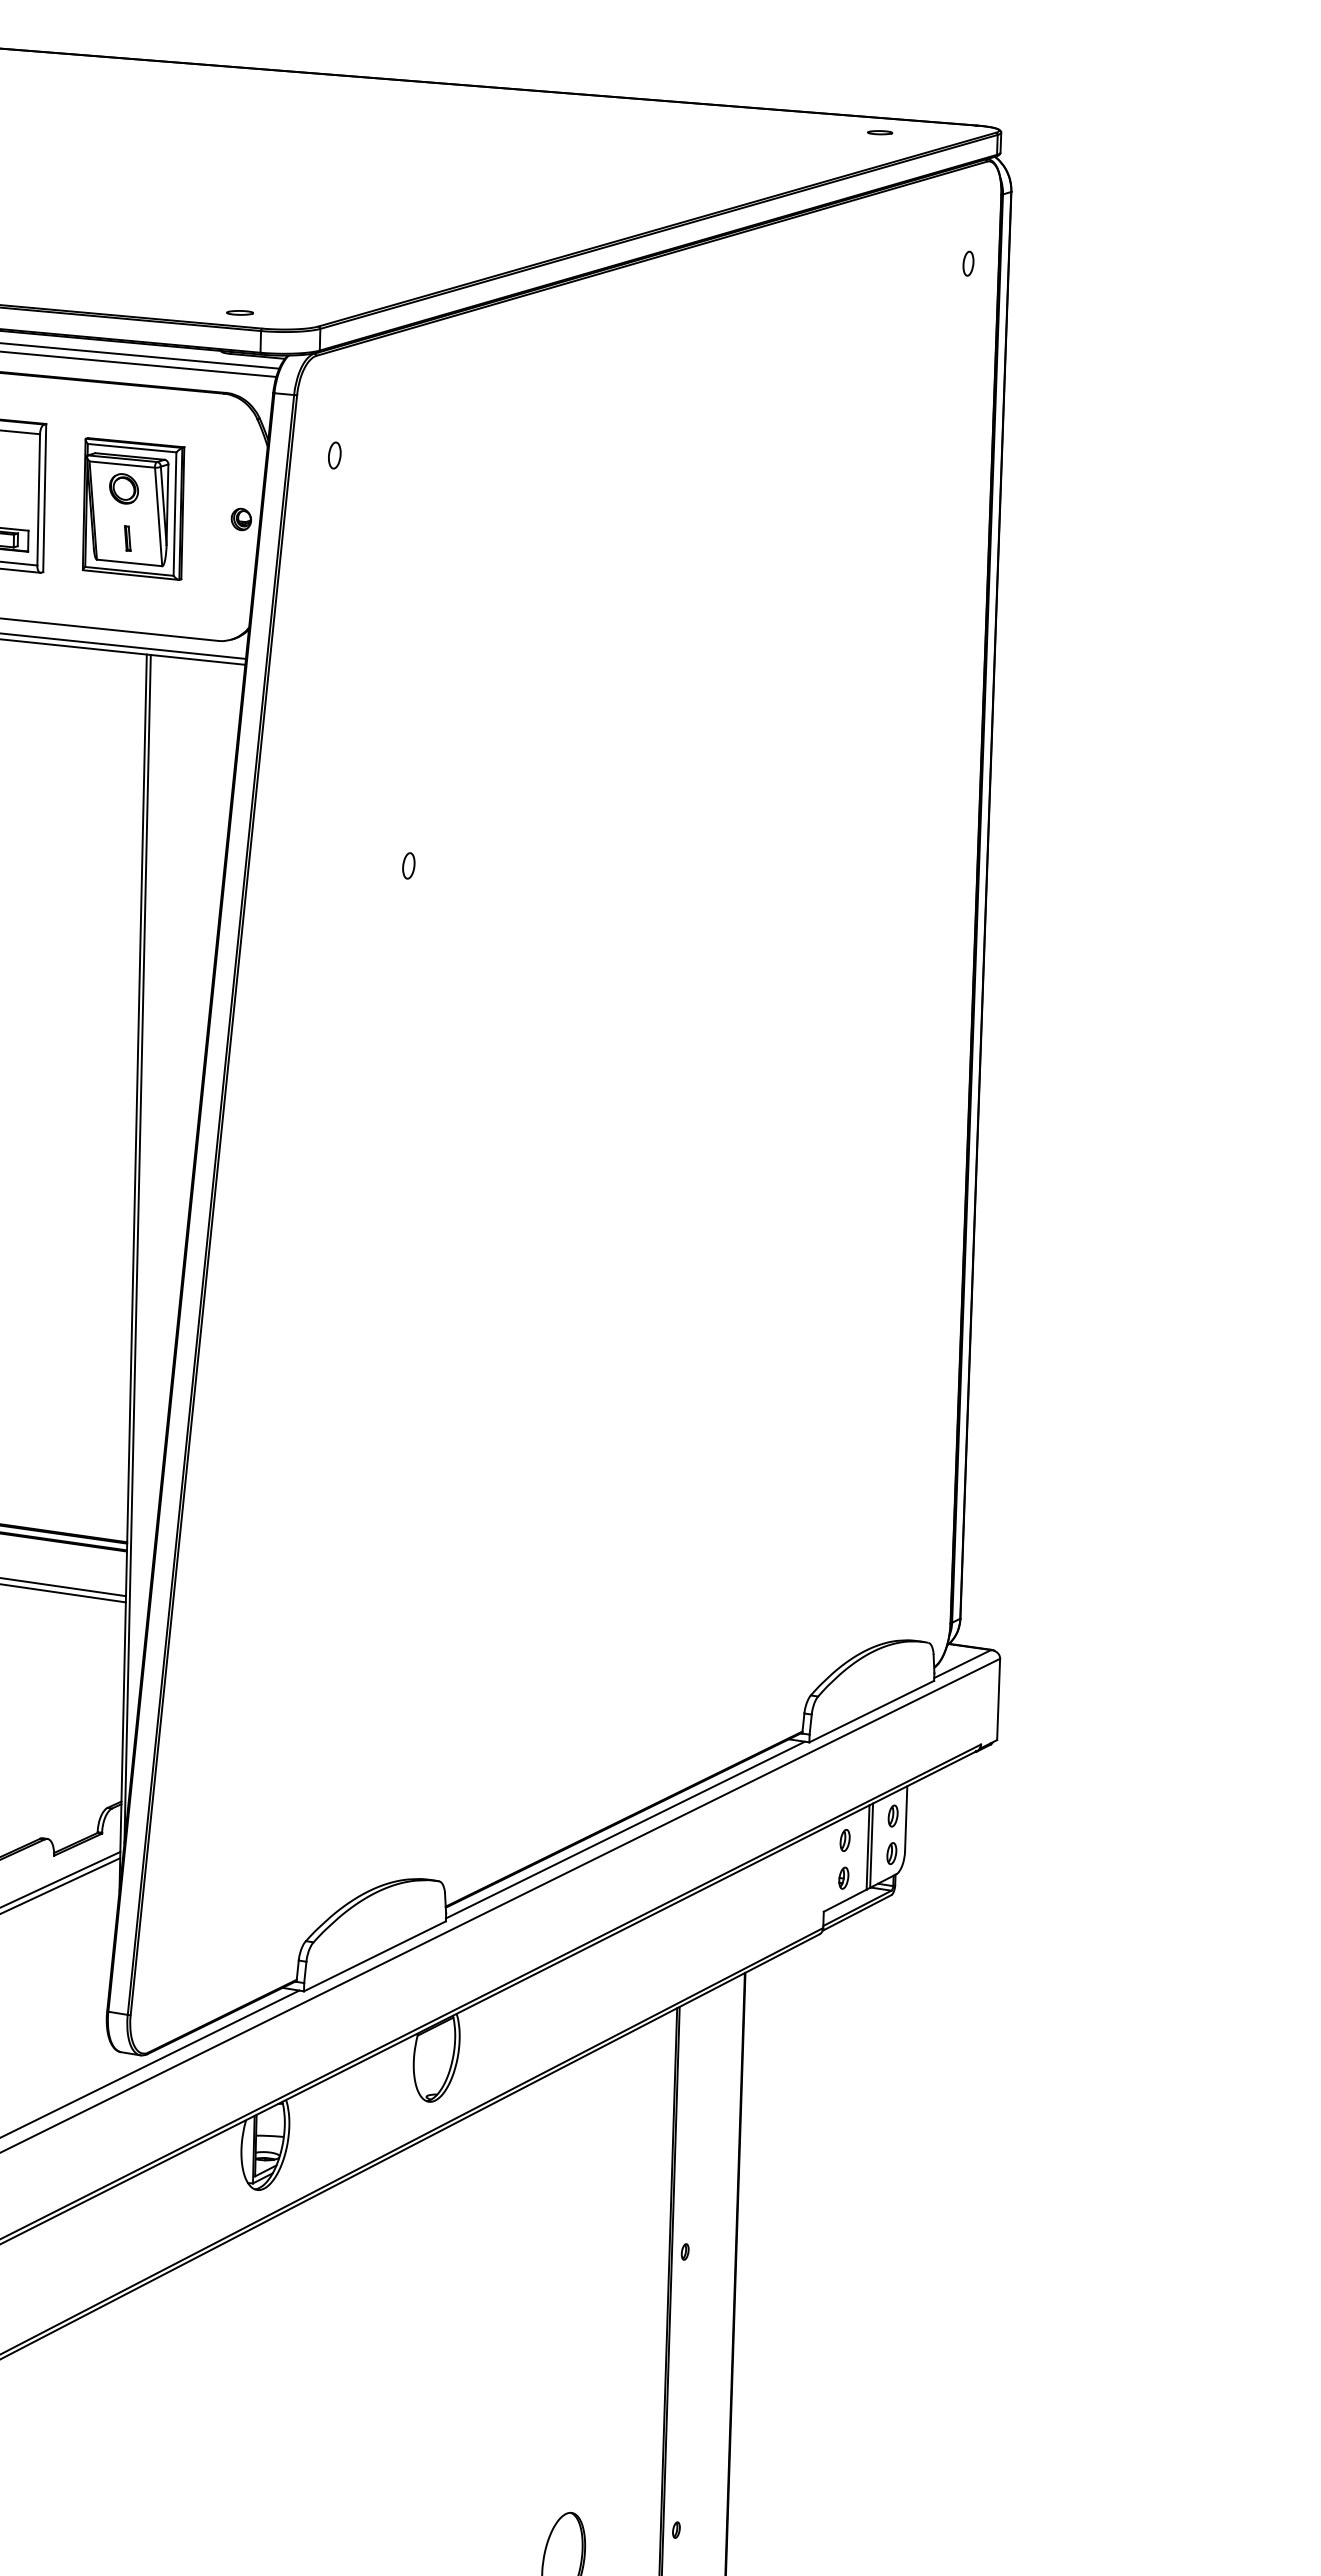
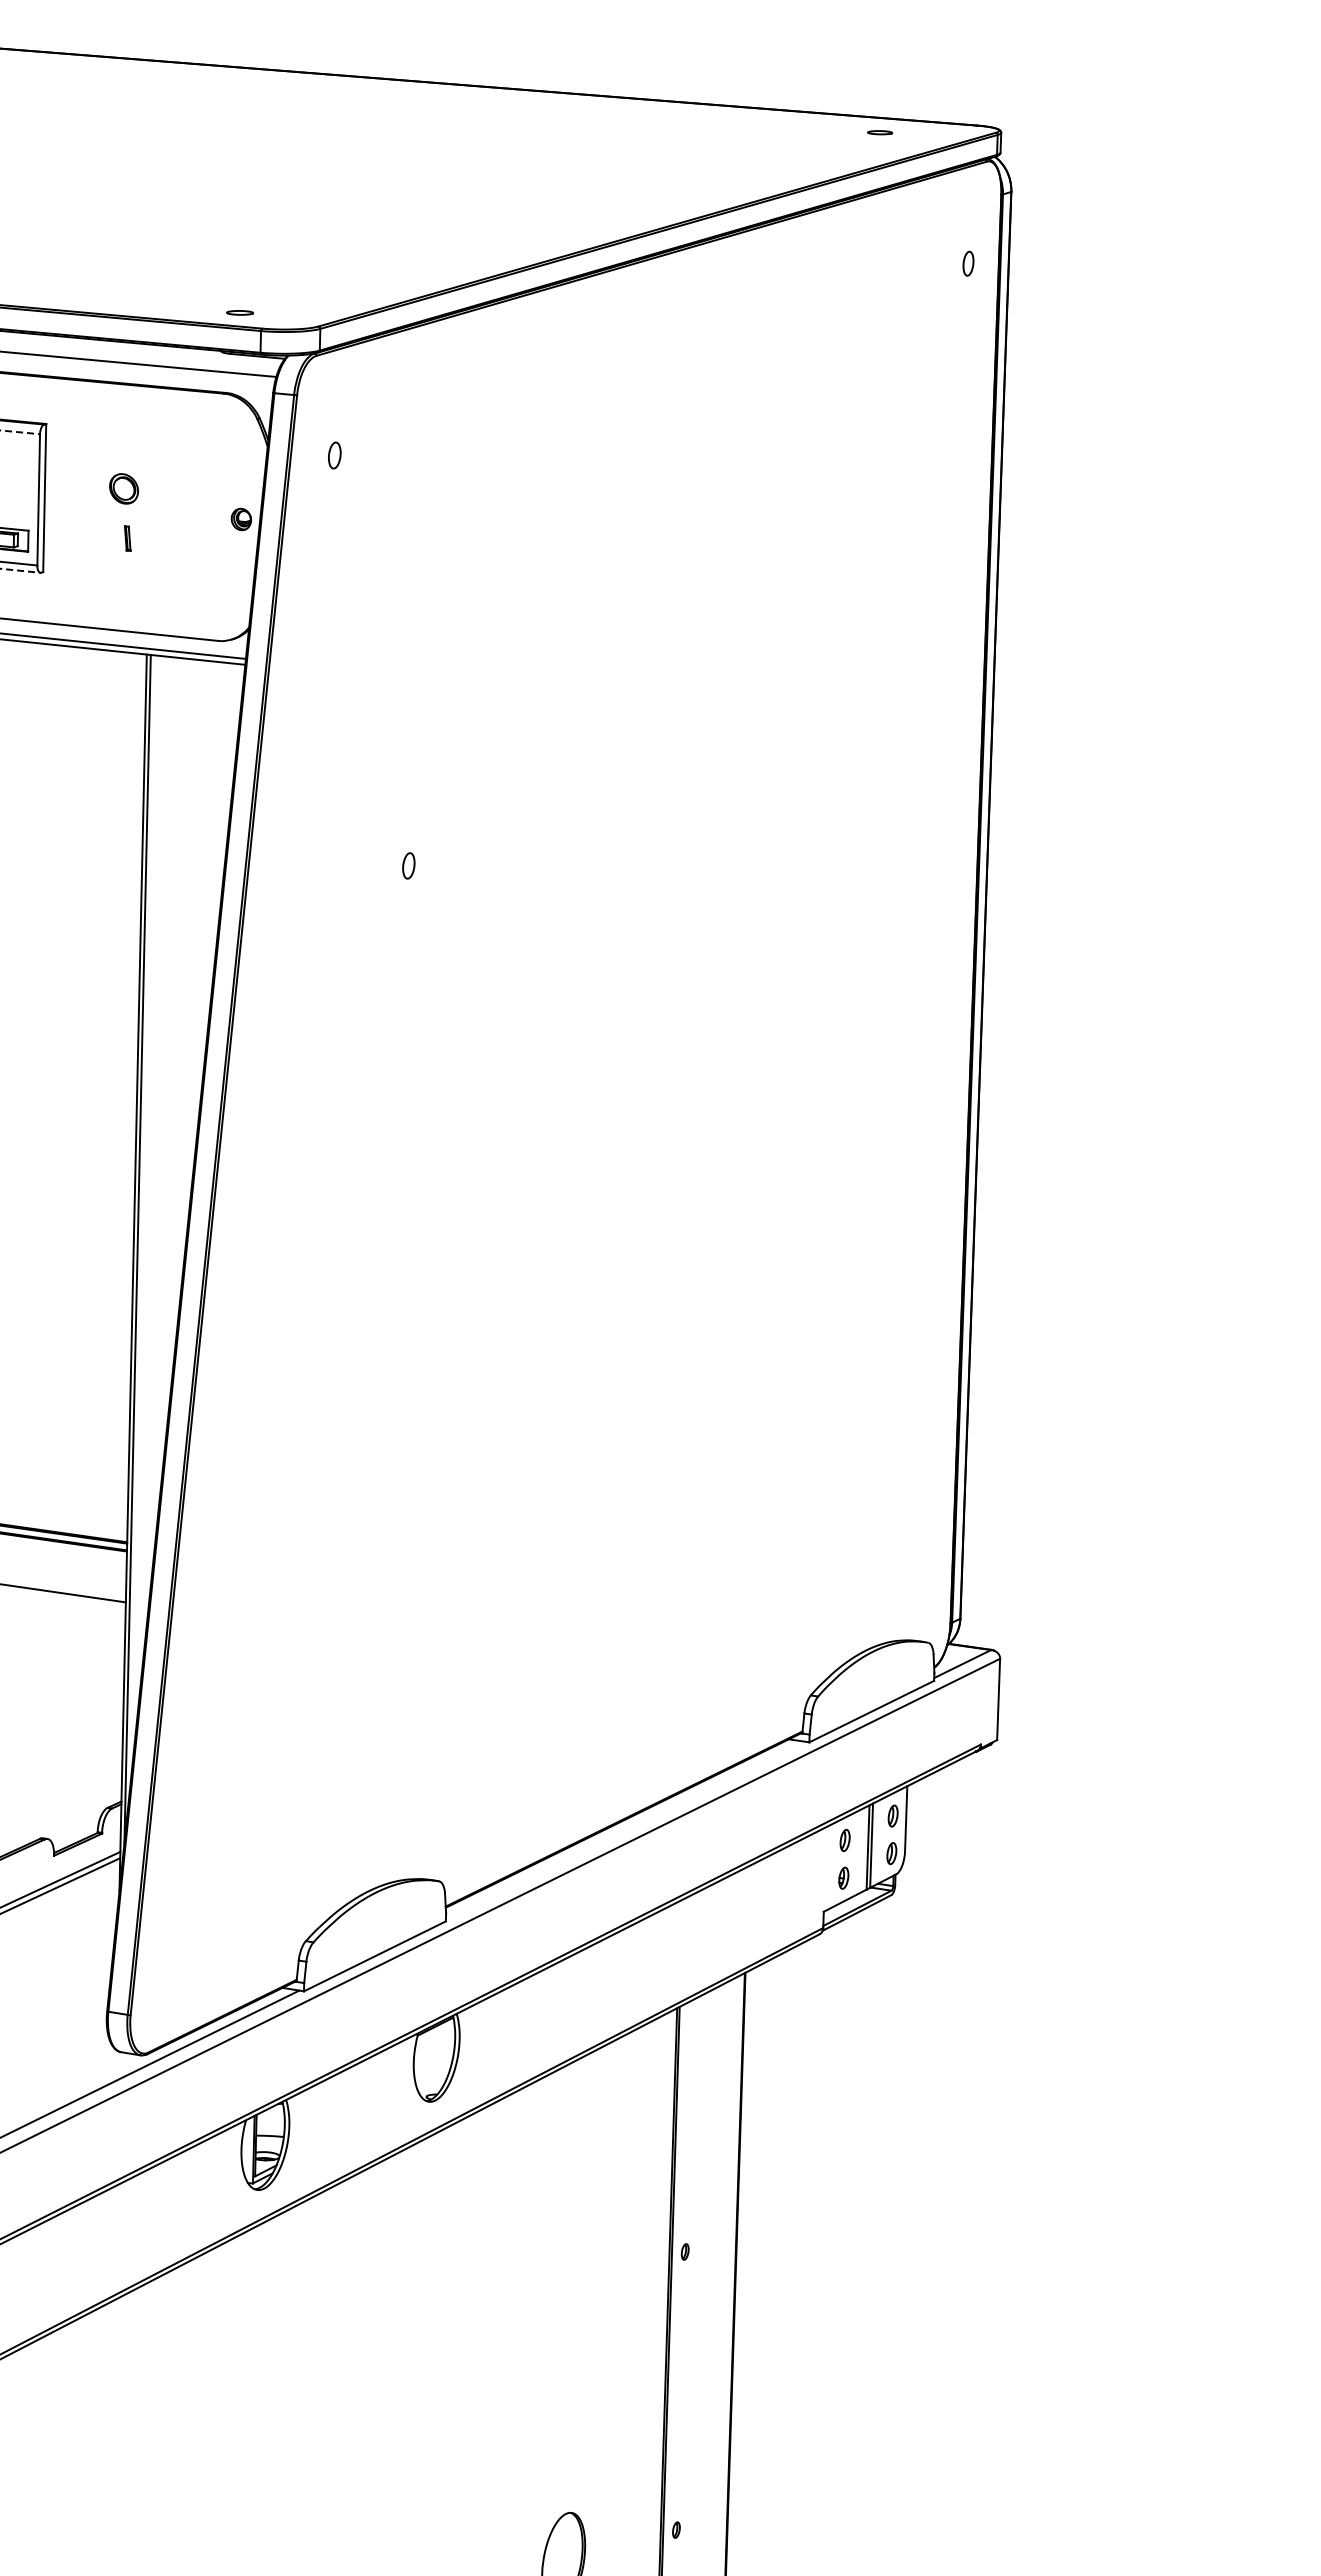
line at (140, 355): present -> none
line at (20, 432): solid -> dashed
part at (133, 508): present -> none
line at (20, 570): solid -> dashed
line at (64, 1587): present -> none
line at (624, 1829): present -> none
